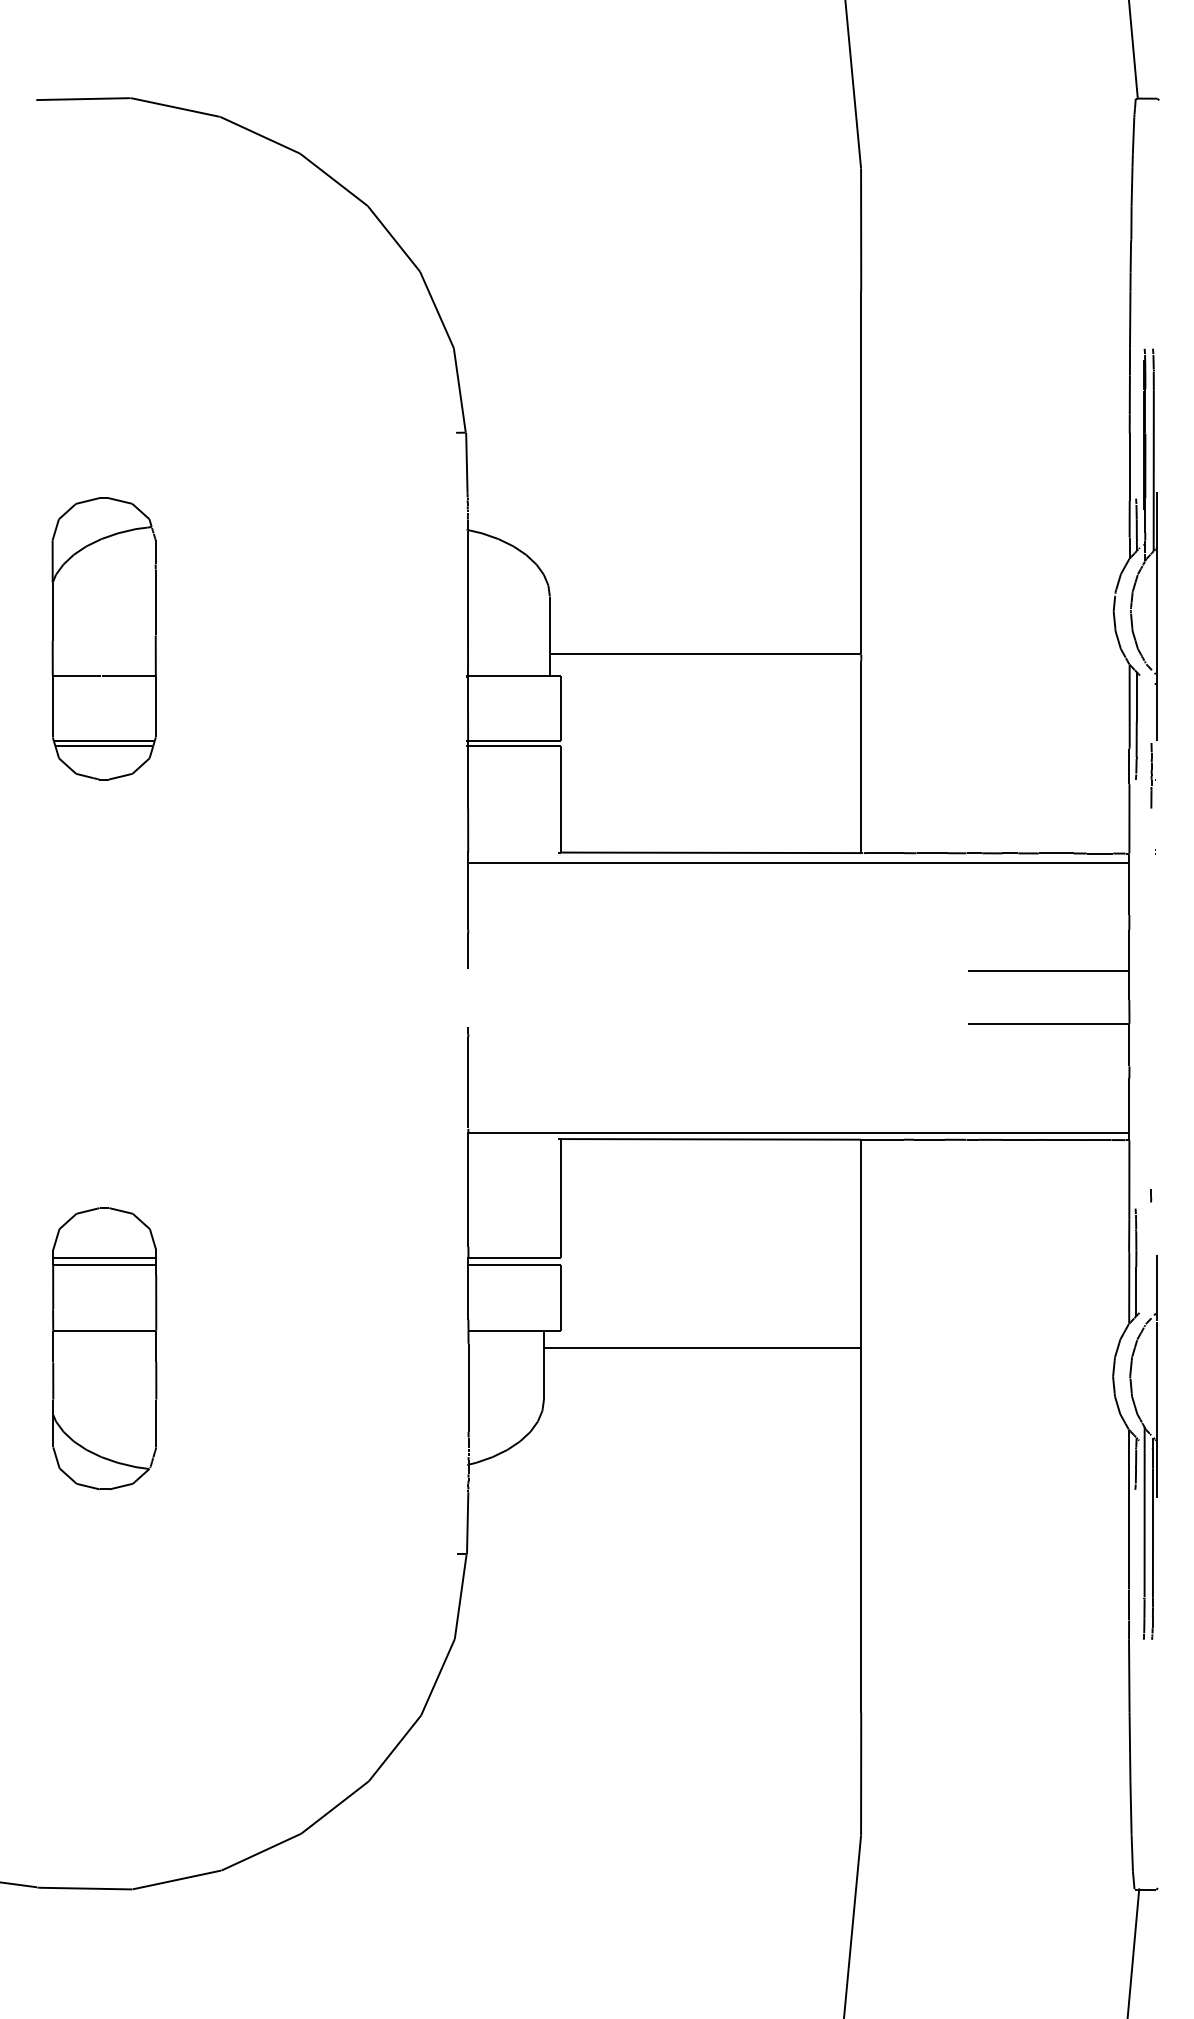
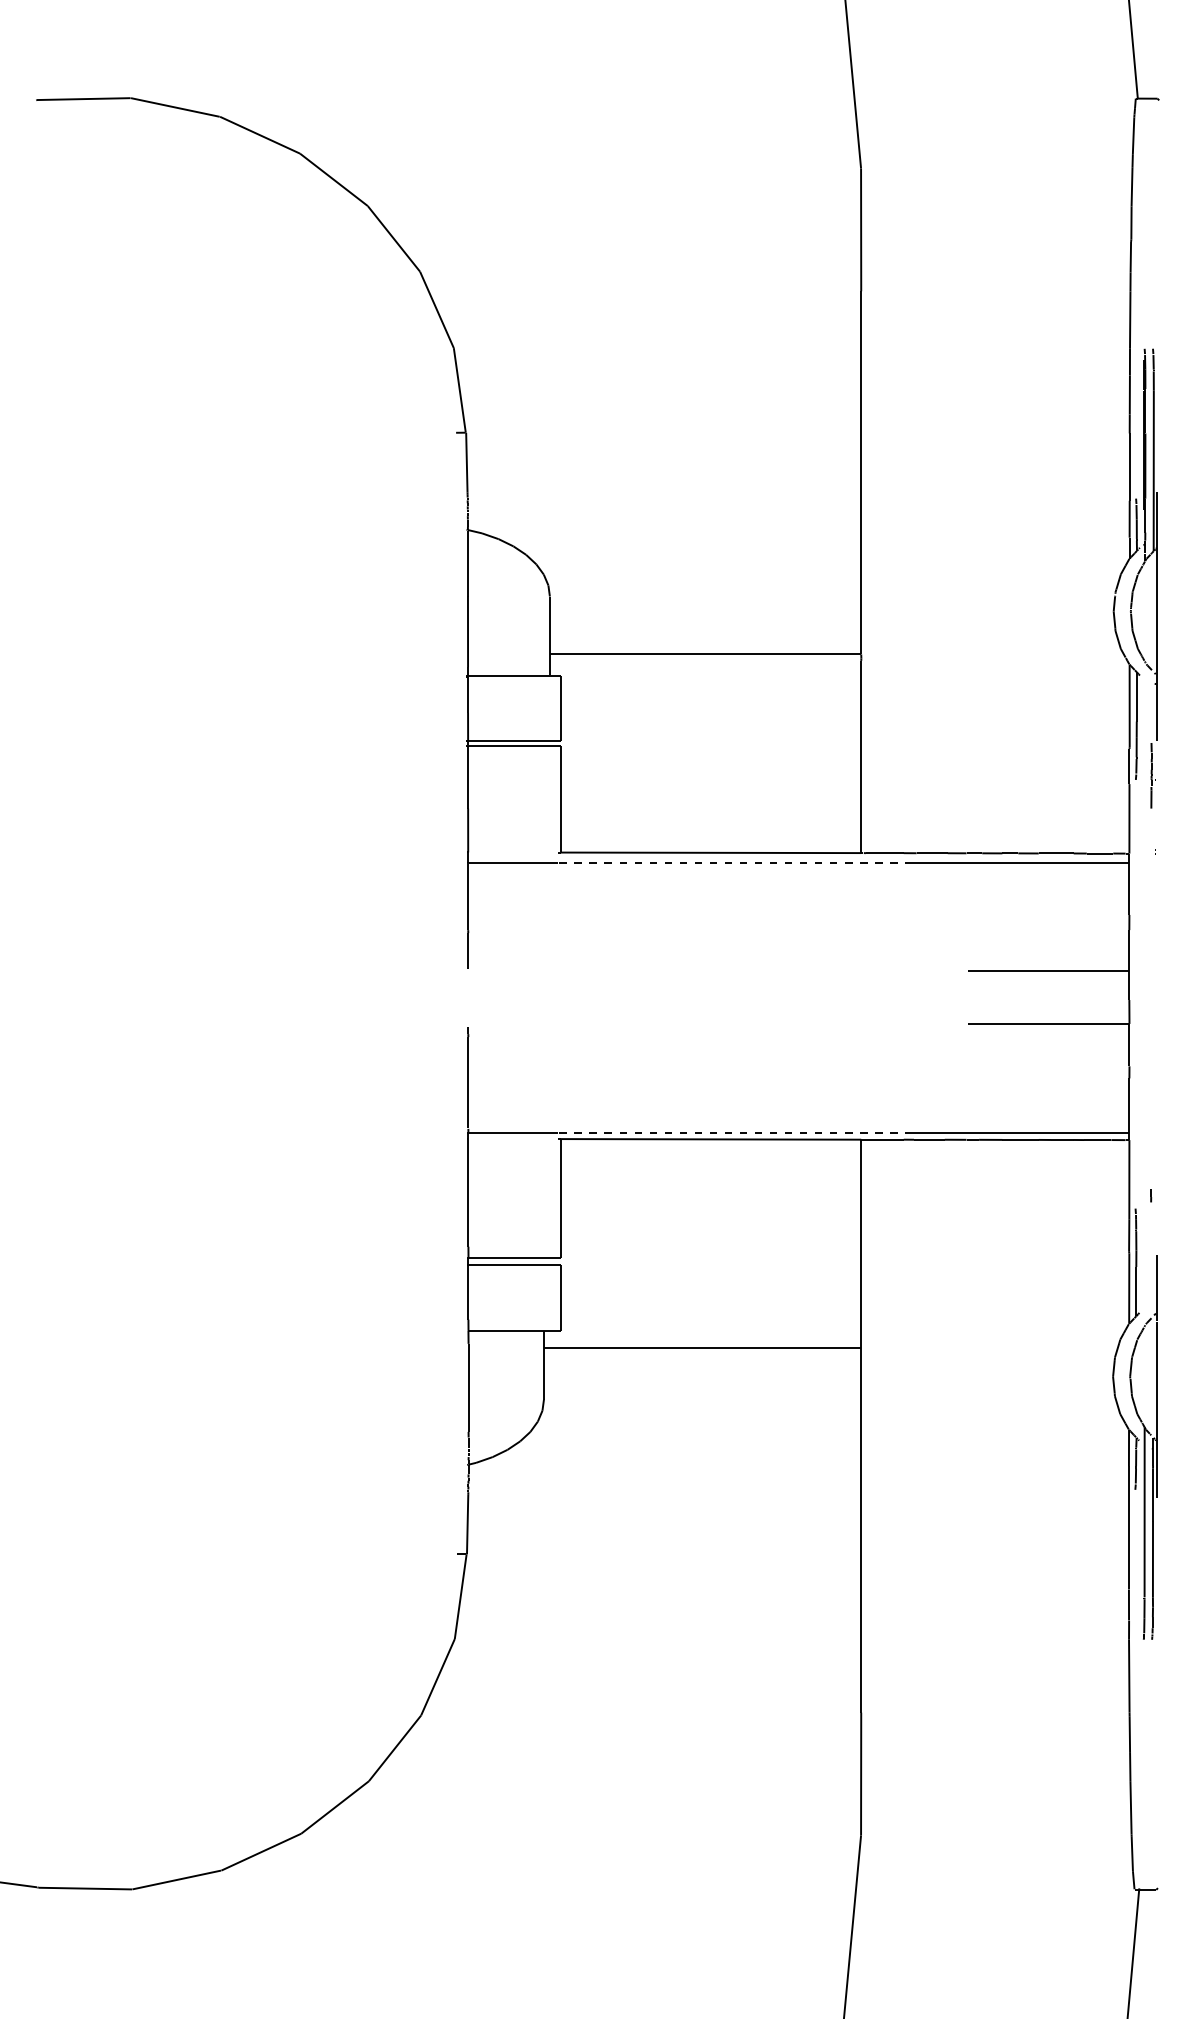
part at (103, 638): present -> none
line at (734, 863): solid -> dashed
line at (734, 1133): solid -> dashed
part at (104, 1348): present -> none
